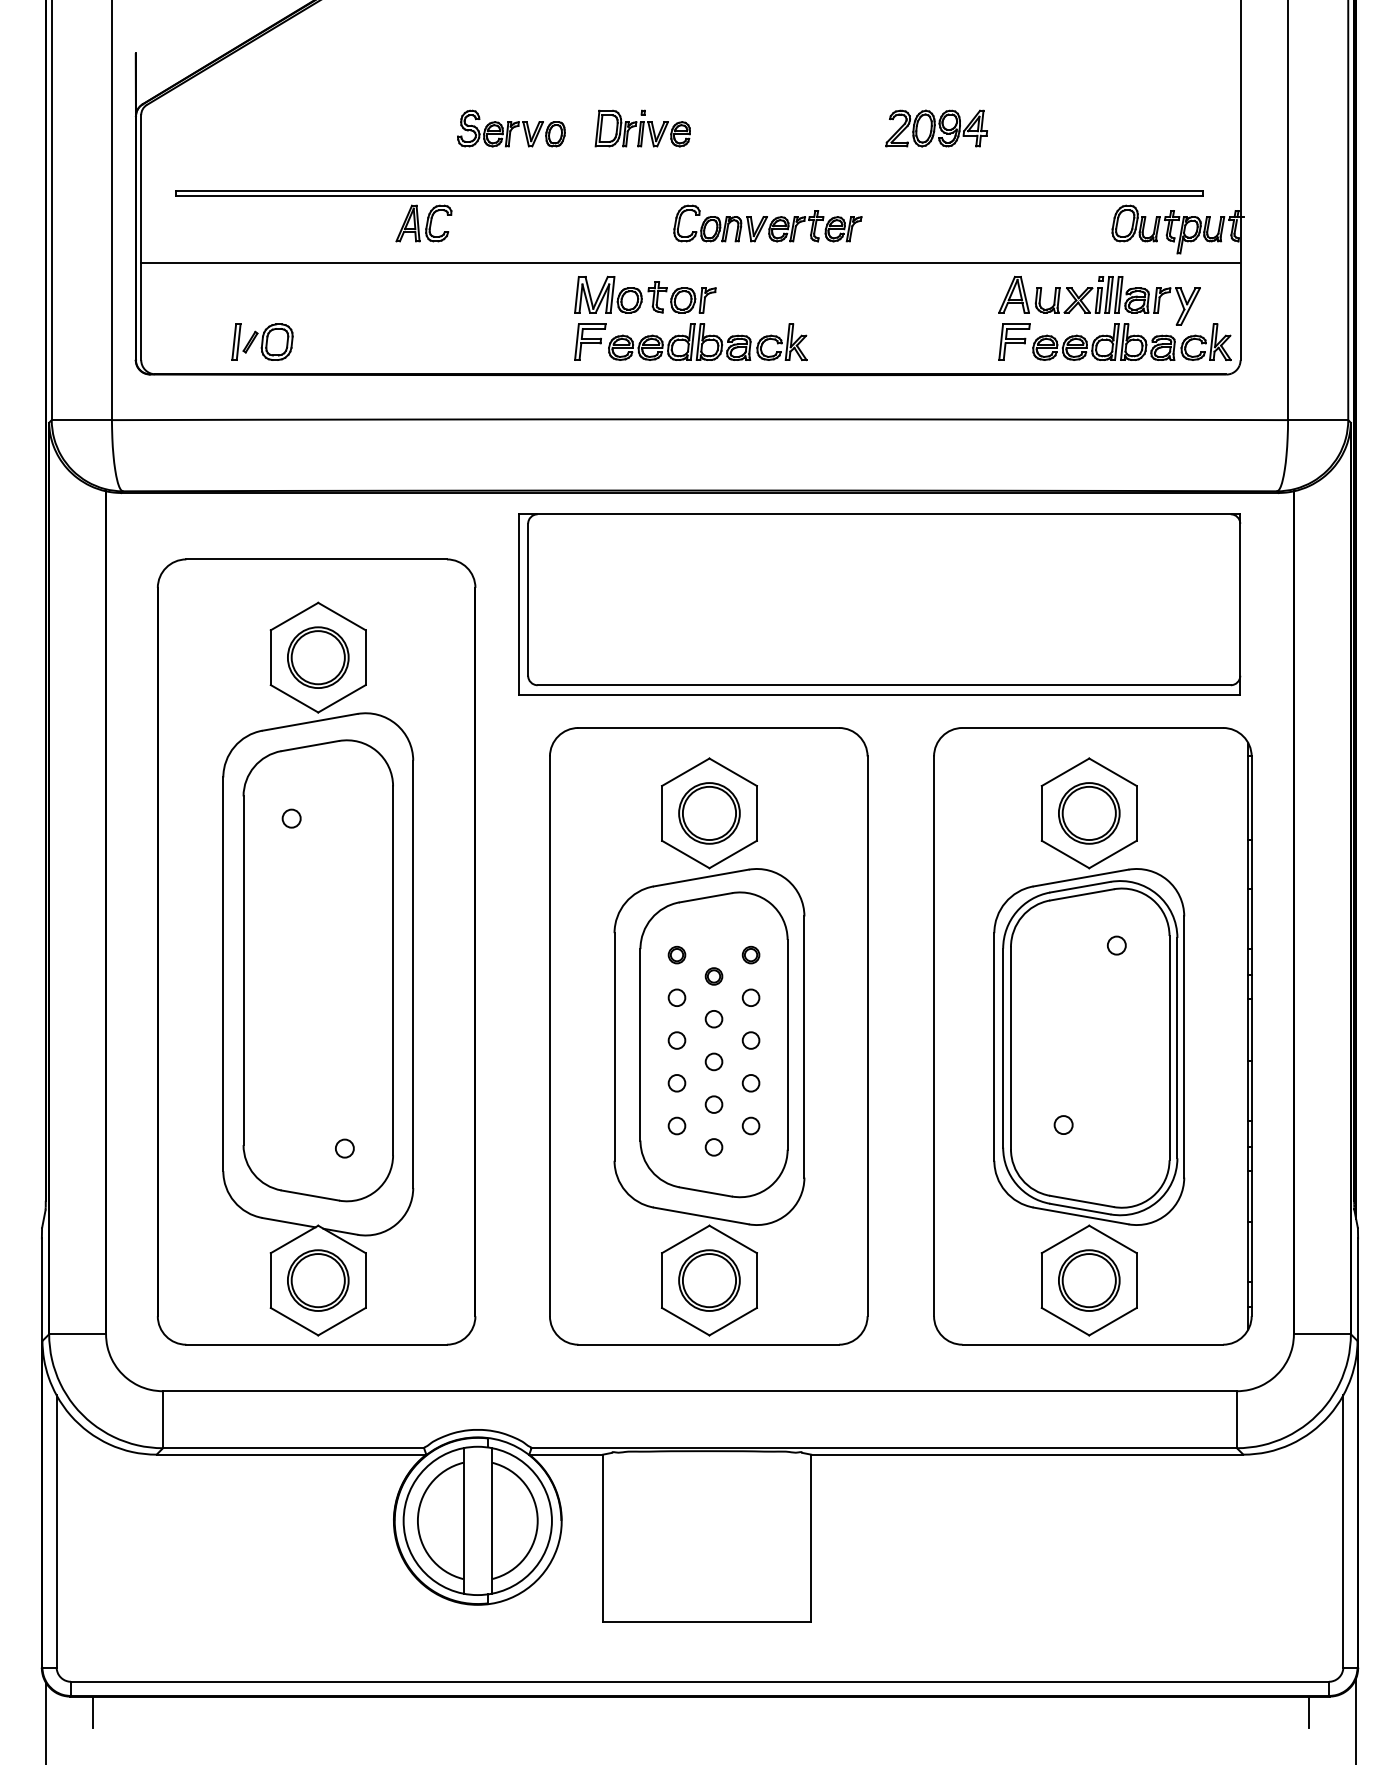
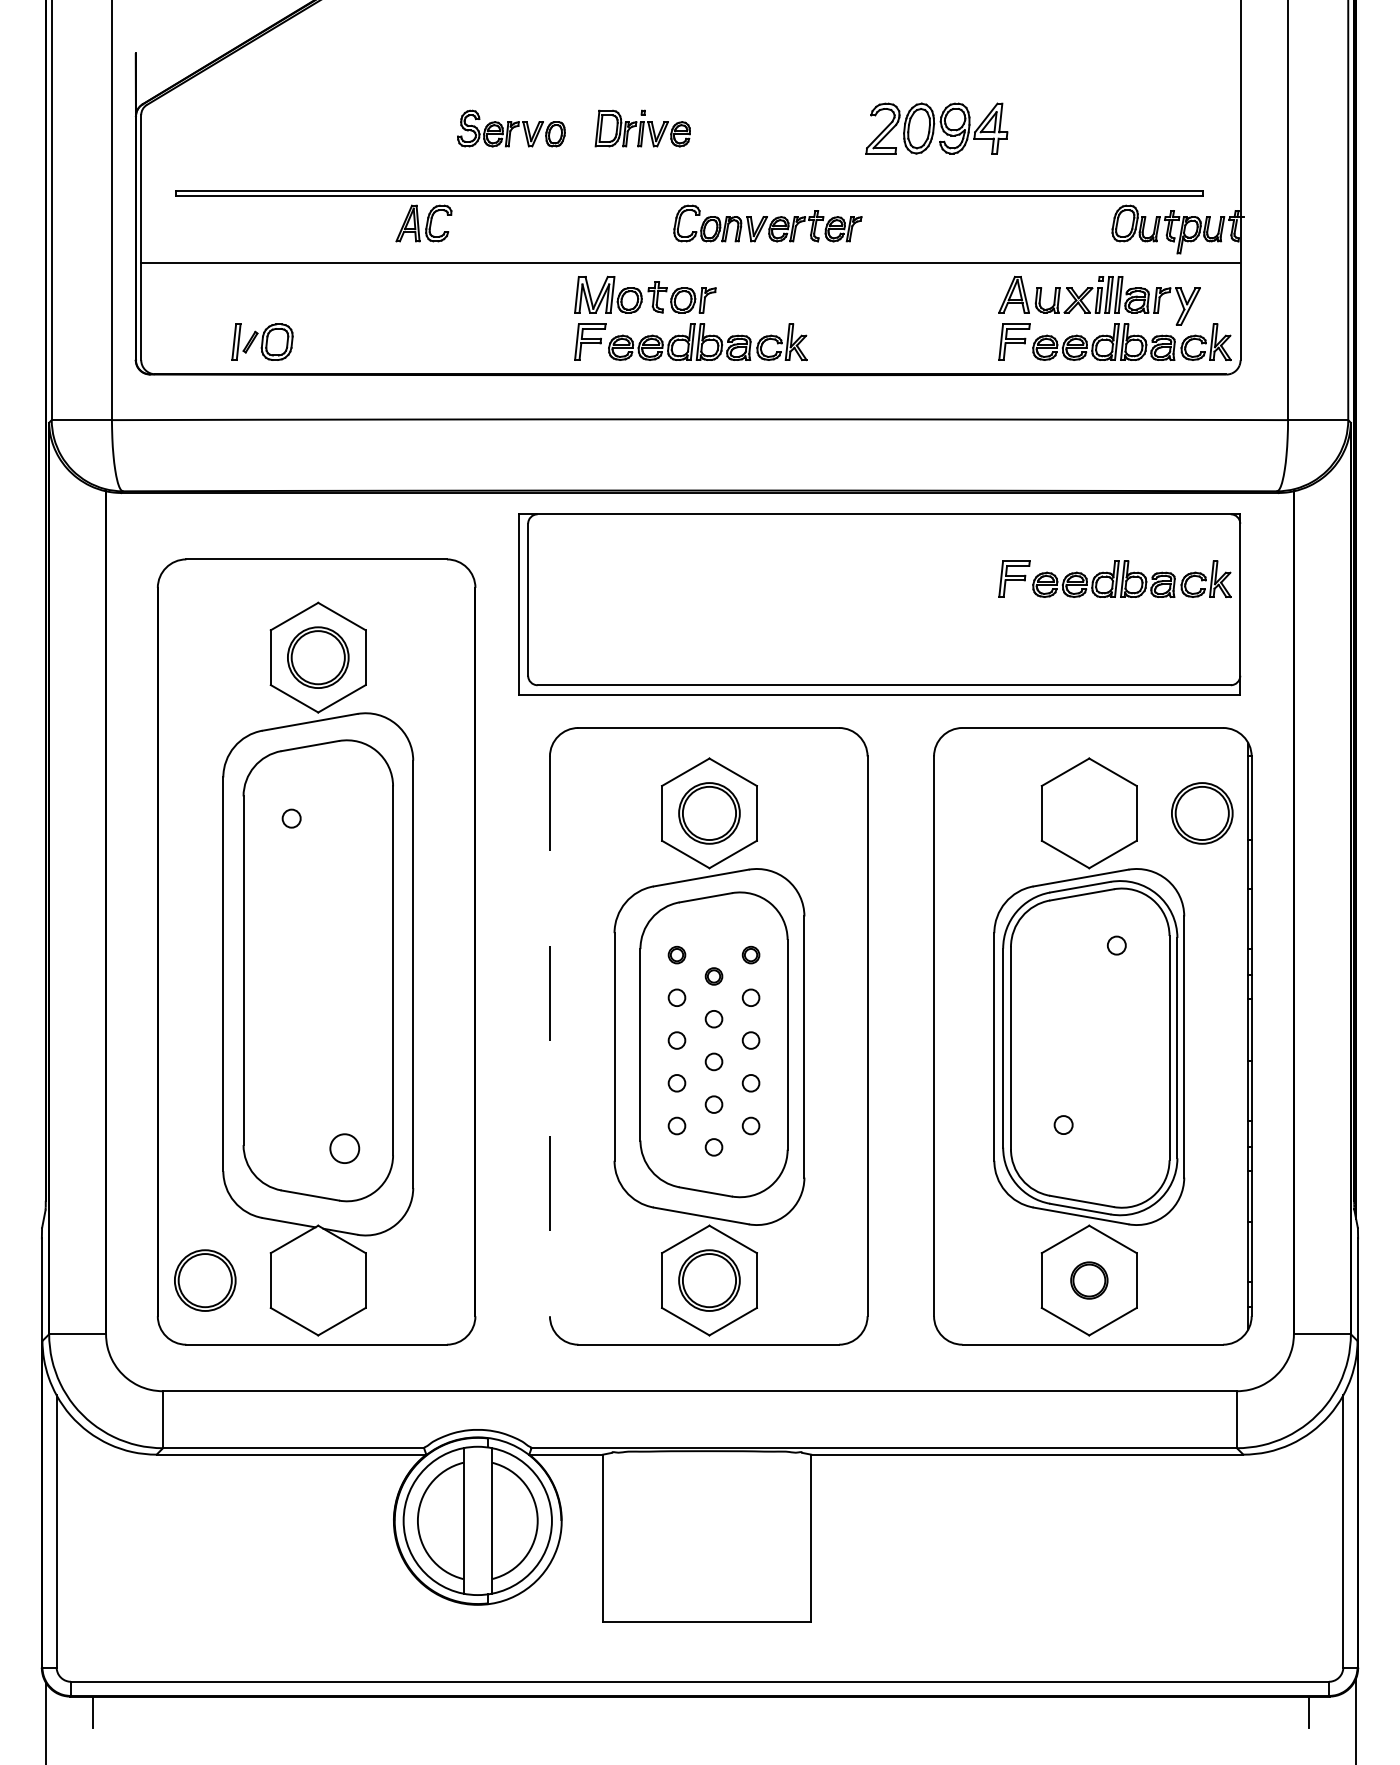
part at (936, 128) size: 103x39 px -> 144x53 px
part at (1114, 579): none -> present
part at (1089, 813) position: (1089, 813) -> (1202, 813)
line at (549, 1036): solid -> dashed
circle at (344, 1148) size: 20x21 px -> 32x31 px
part at (318, 1280) position: (318, 1280) -> (205, 1280)
part at (1089, 1280) size: 63x63 px -> 39x39 px
